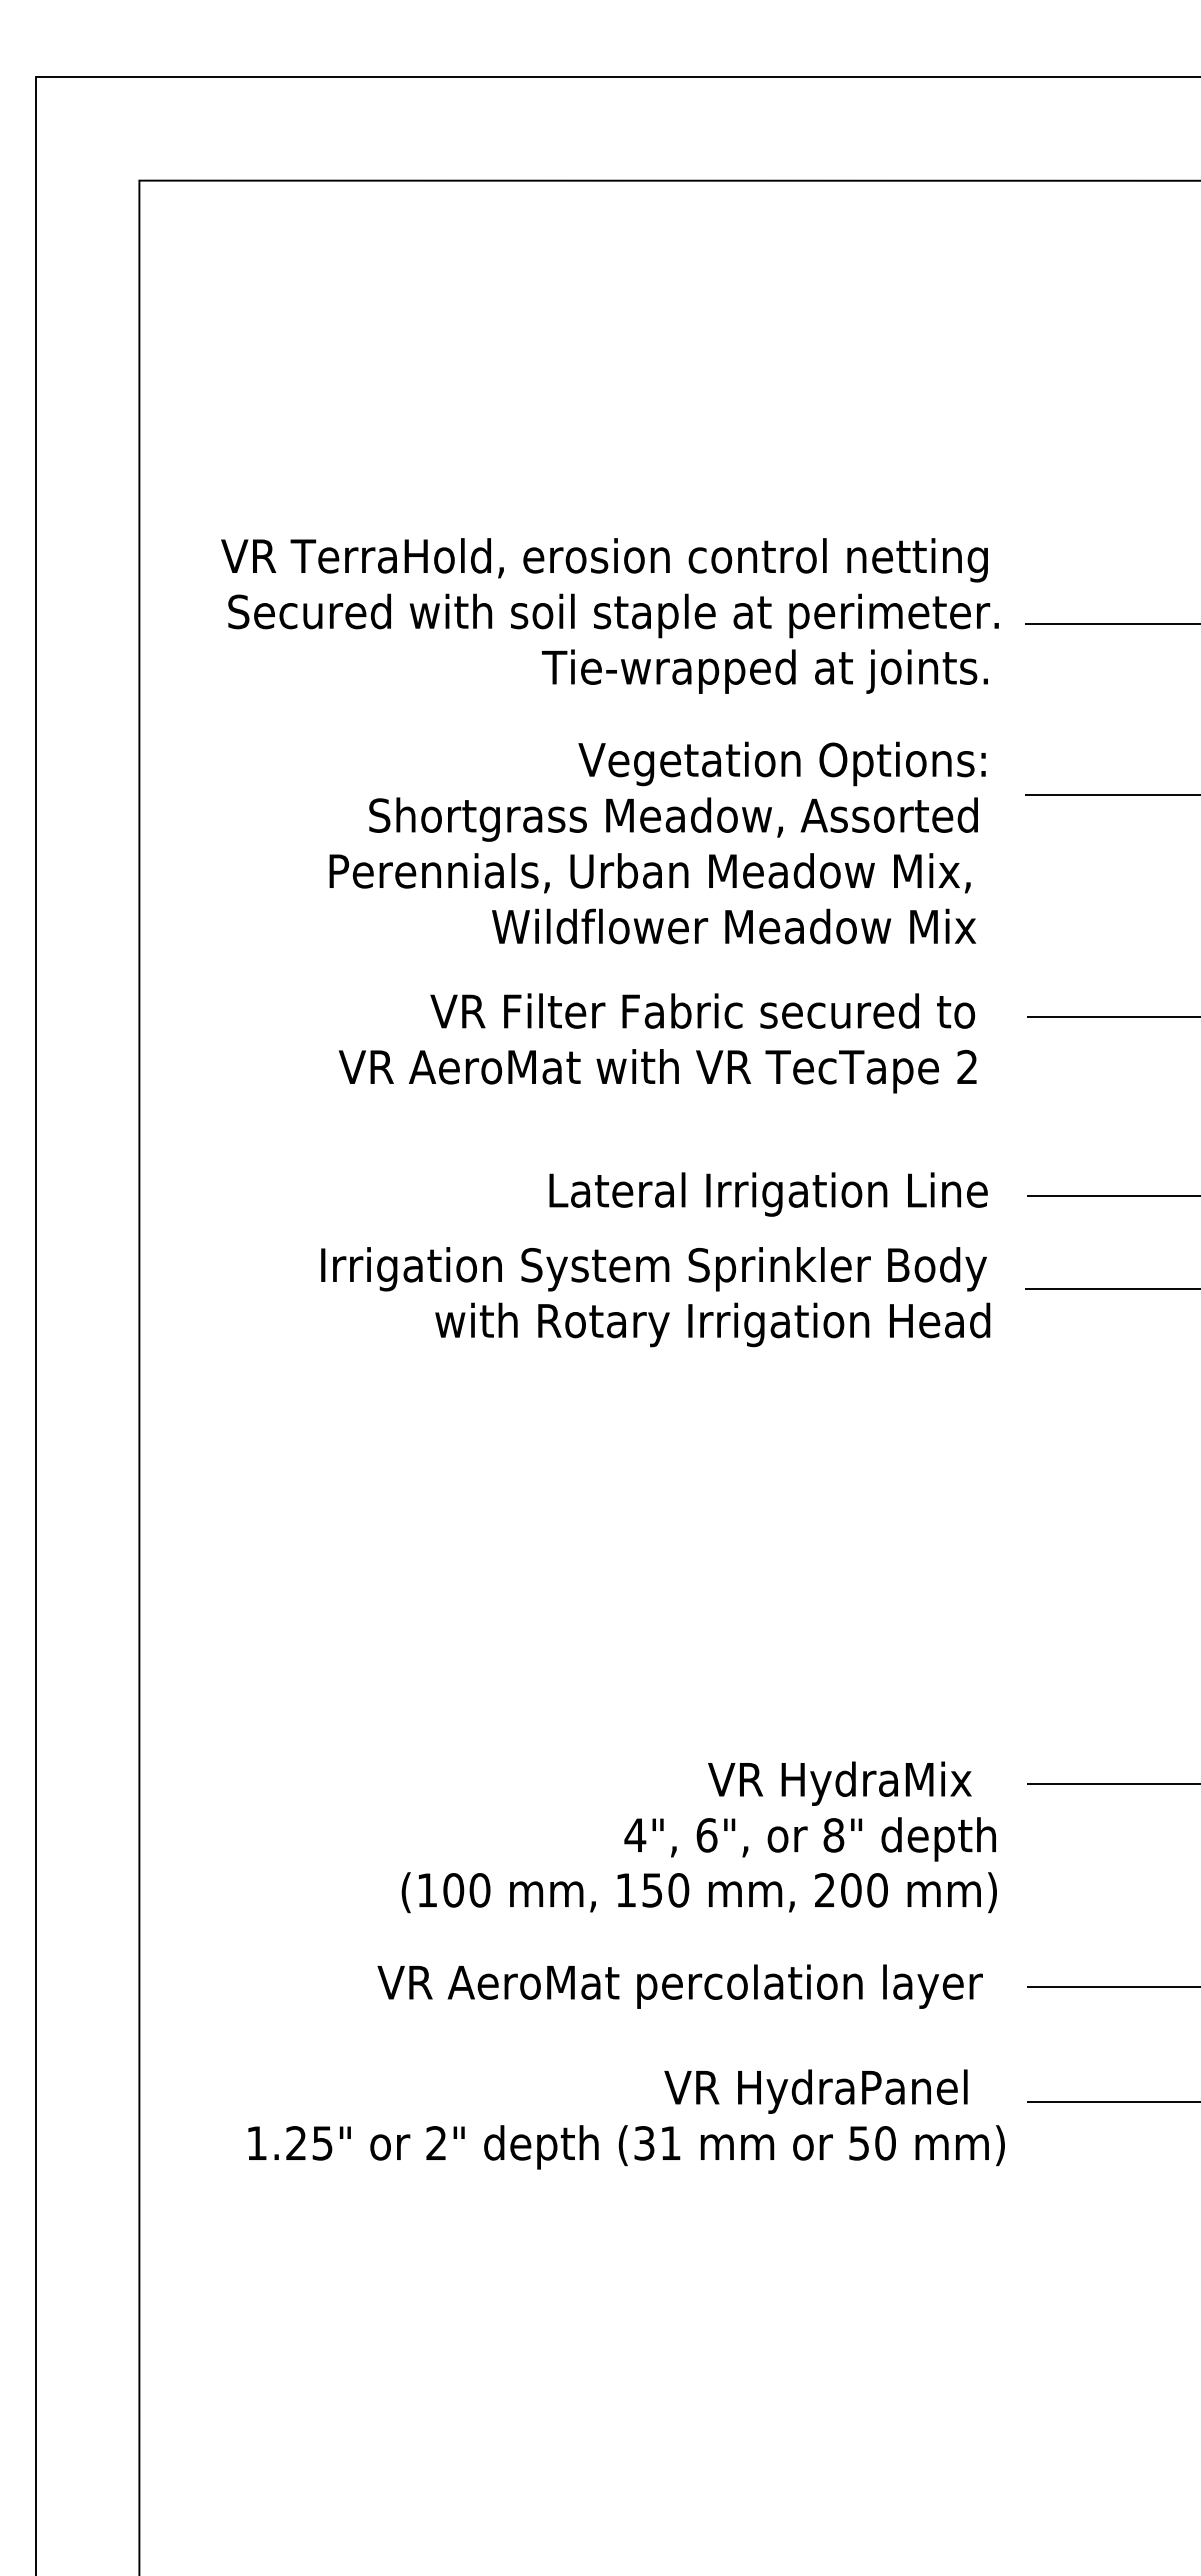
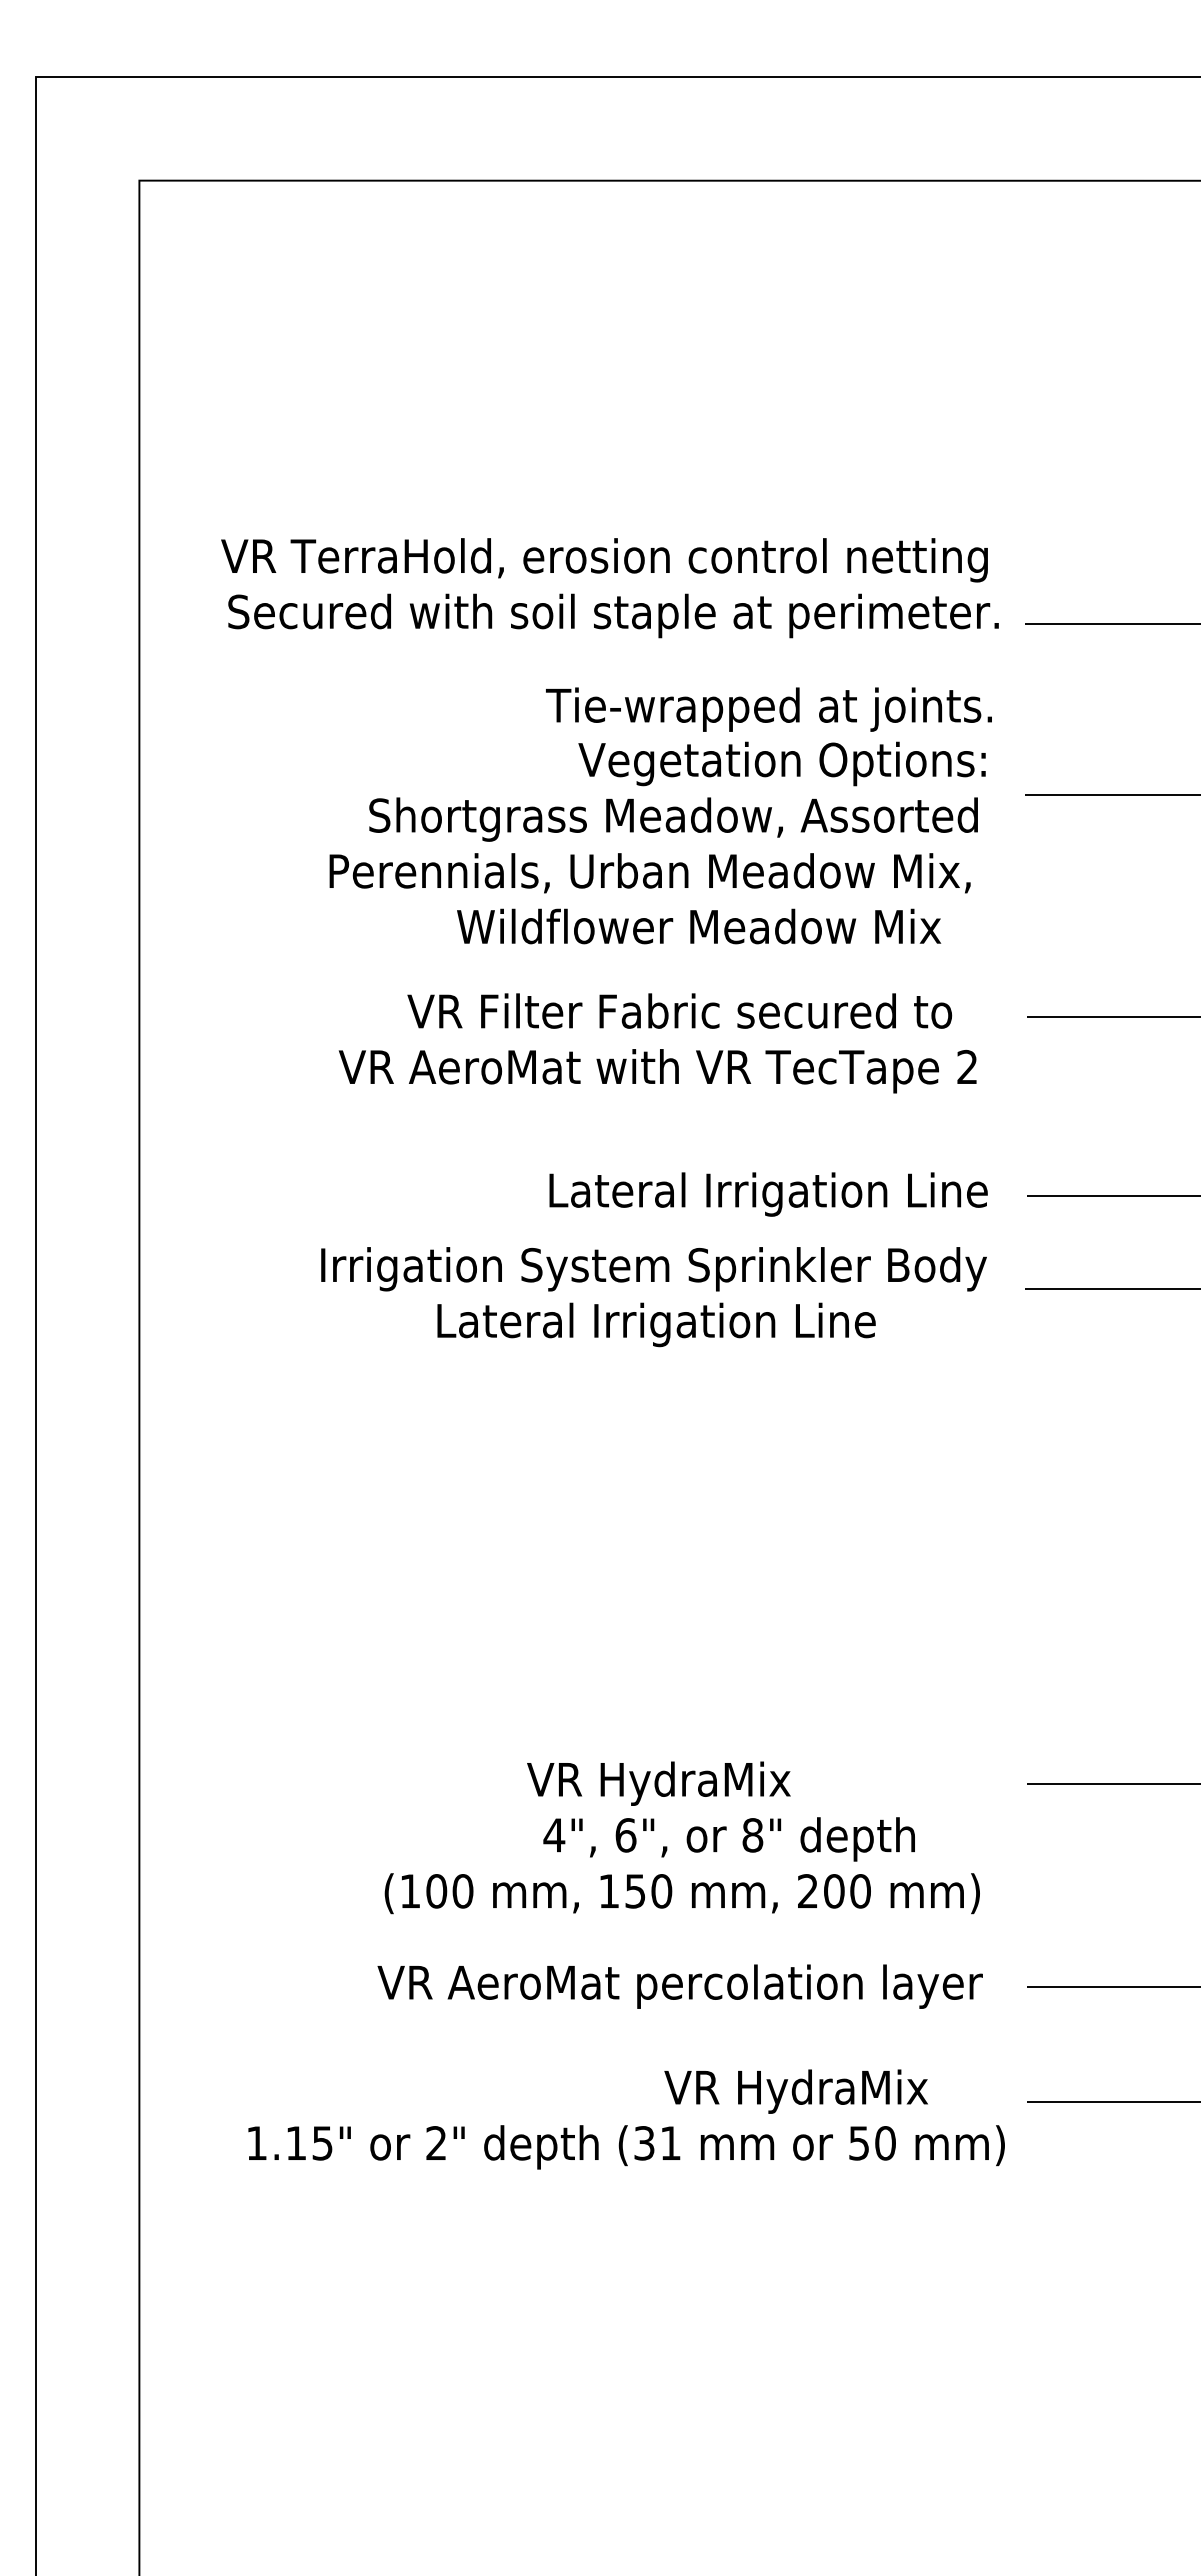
text at (764, 671) position: (764, 671) -> (768, 709)
text at (734, 926) position: (734, 926) -> (699, 926)
text at (702, 1010) position: (702, 1010) -> (679, 1010)
text at (712, 1324): with Rotary Irrigation Head -> Lateral Irrigation Line
text at (839, 1783) position: (839, 1783) -> (658, 1783)
text at (809, 1839) position: (809, 1839) -> (728, 1839)
text at (698, 1892) position: (698, 1892) -> (681, 1893)
text at (916, 2086): VR HydraPanel -> VR HydraMix
text at (295, 2142): 1.25" -> 1.15"
